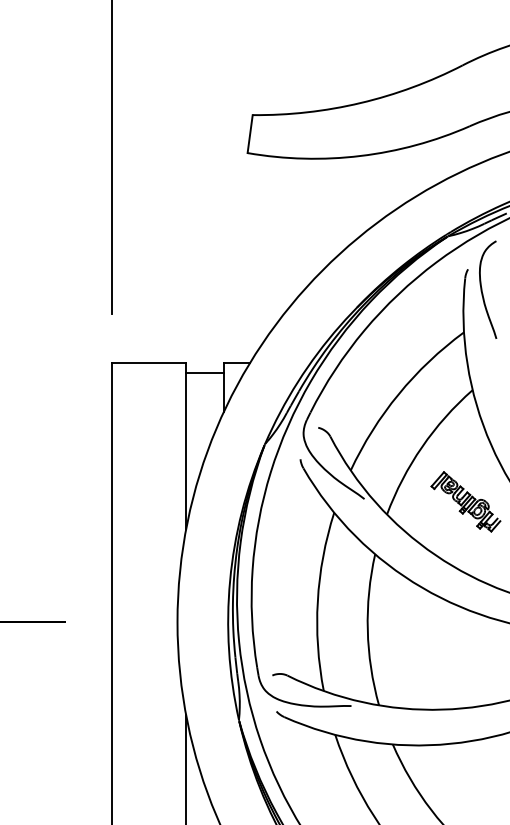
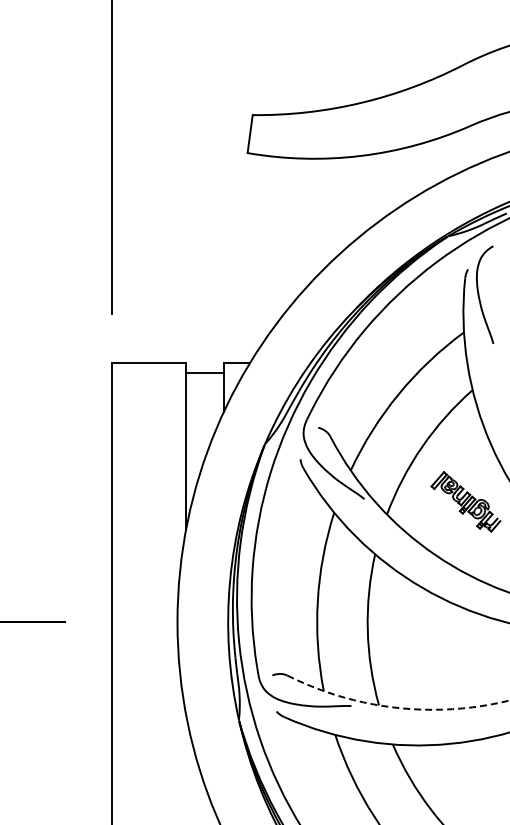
curve at (482, 289) position: (482, 289) -> (479, 294)
arc at (392, 707): solid -> dashed
line at (186, 768): present -> none
